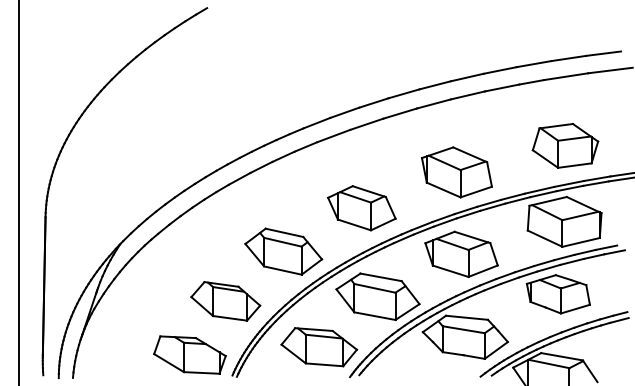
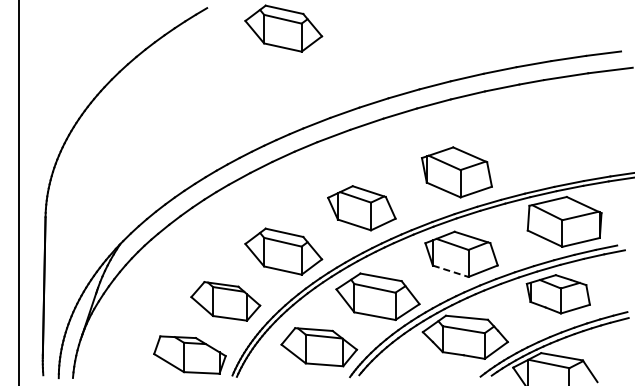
part at (283, 28): none -> present
part at (565, 145): present -> none
line at (450, 271): solid -> dashed
